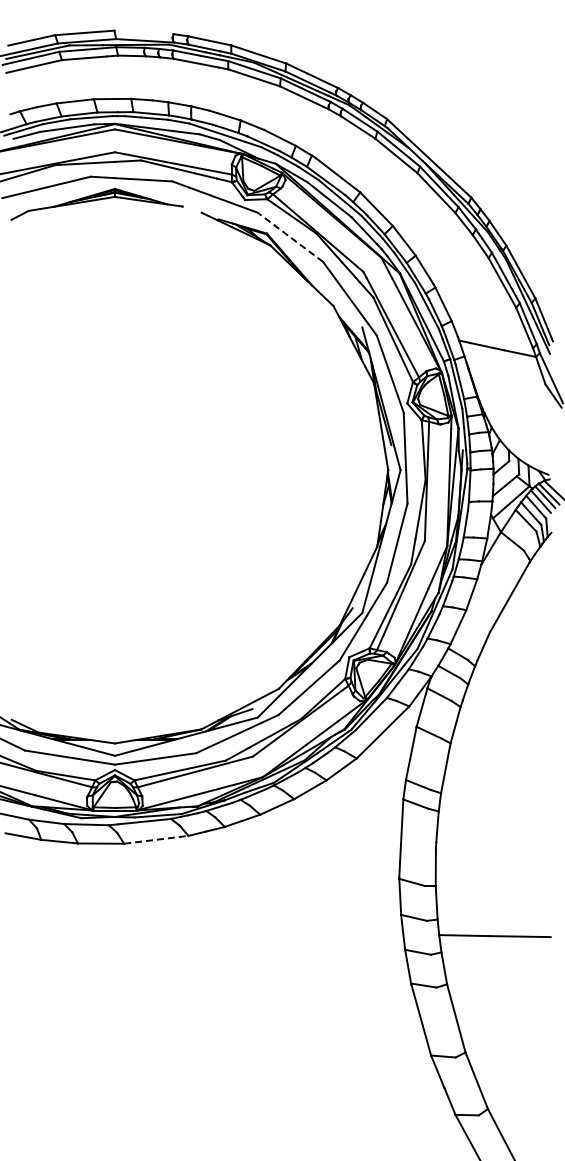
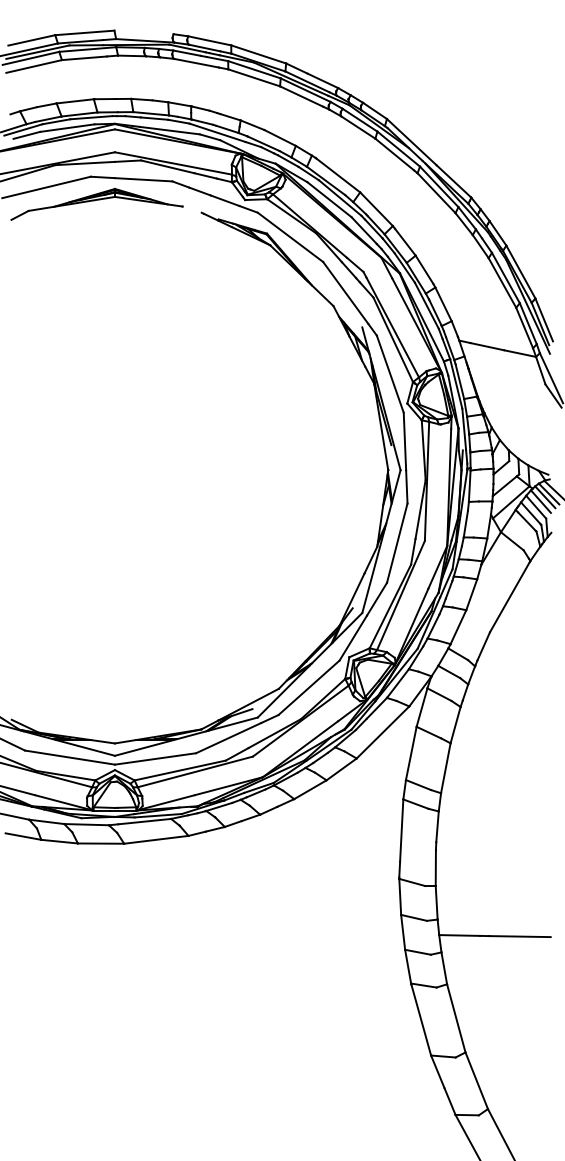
line at (290, 237): dashed -> solid
line at (156, 839): dashed -> solid
